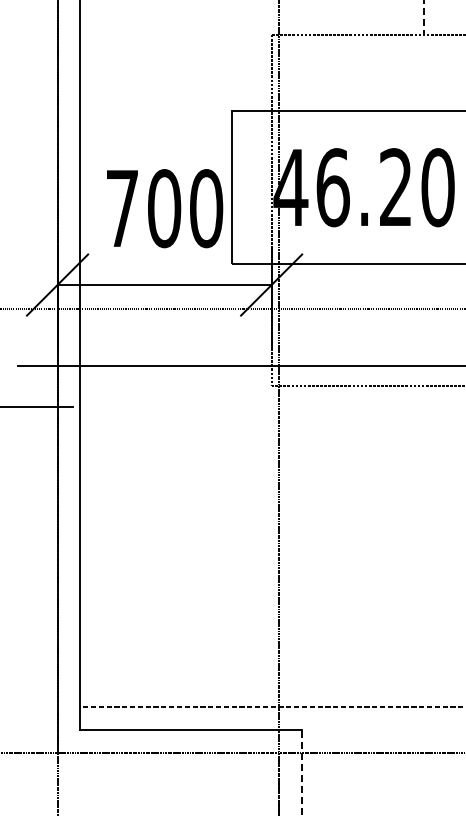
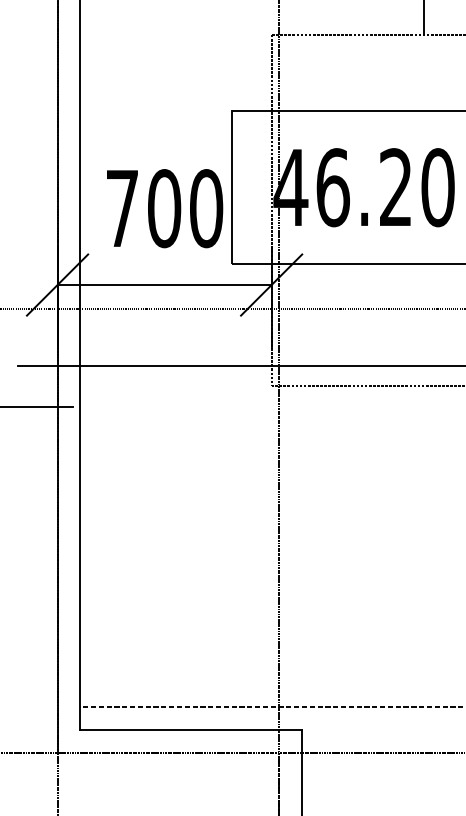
line at (424, 17): dashed -> solid
line at (302, 772): dashed -> solid
